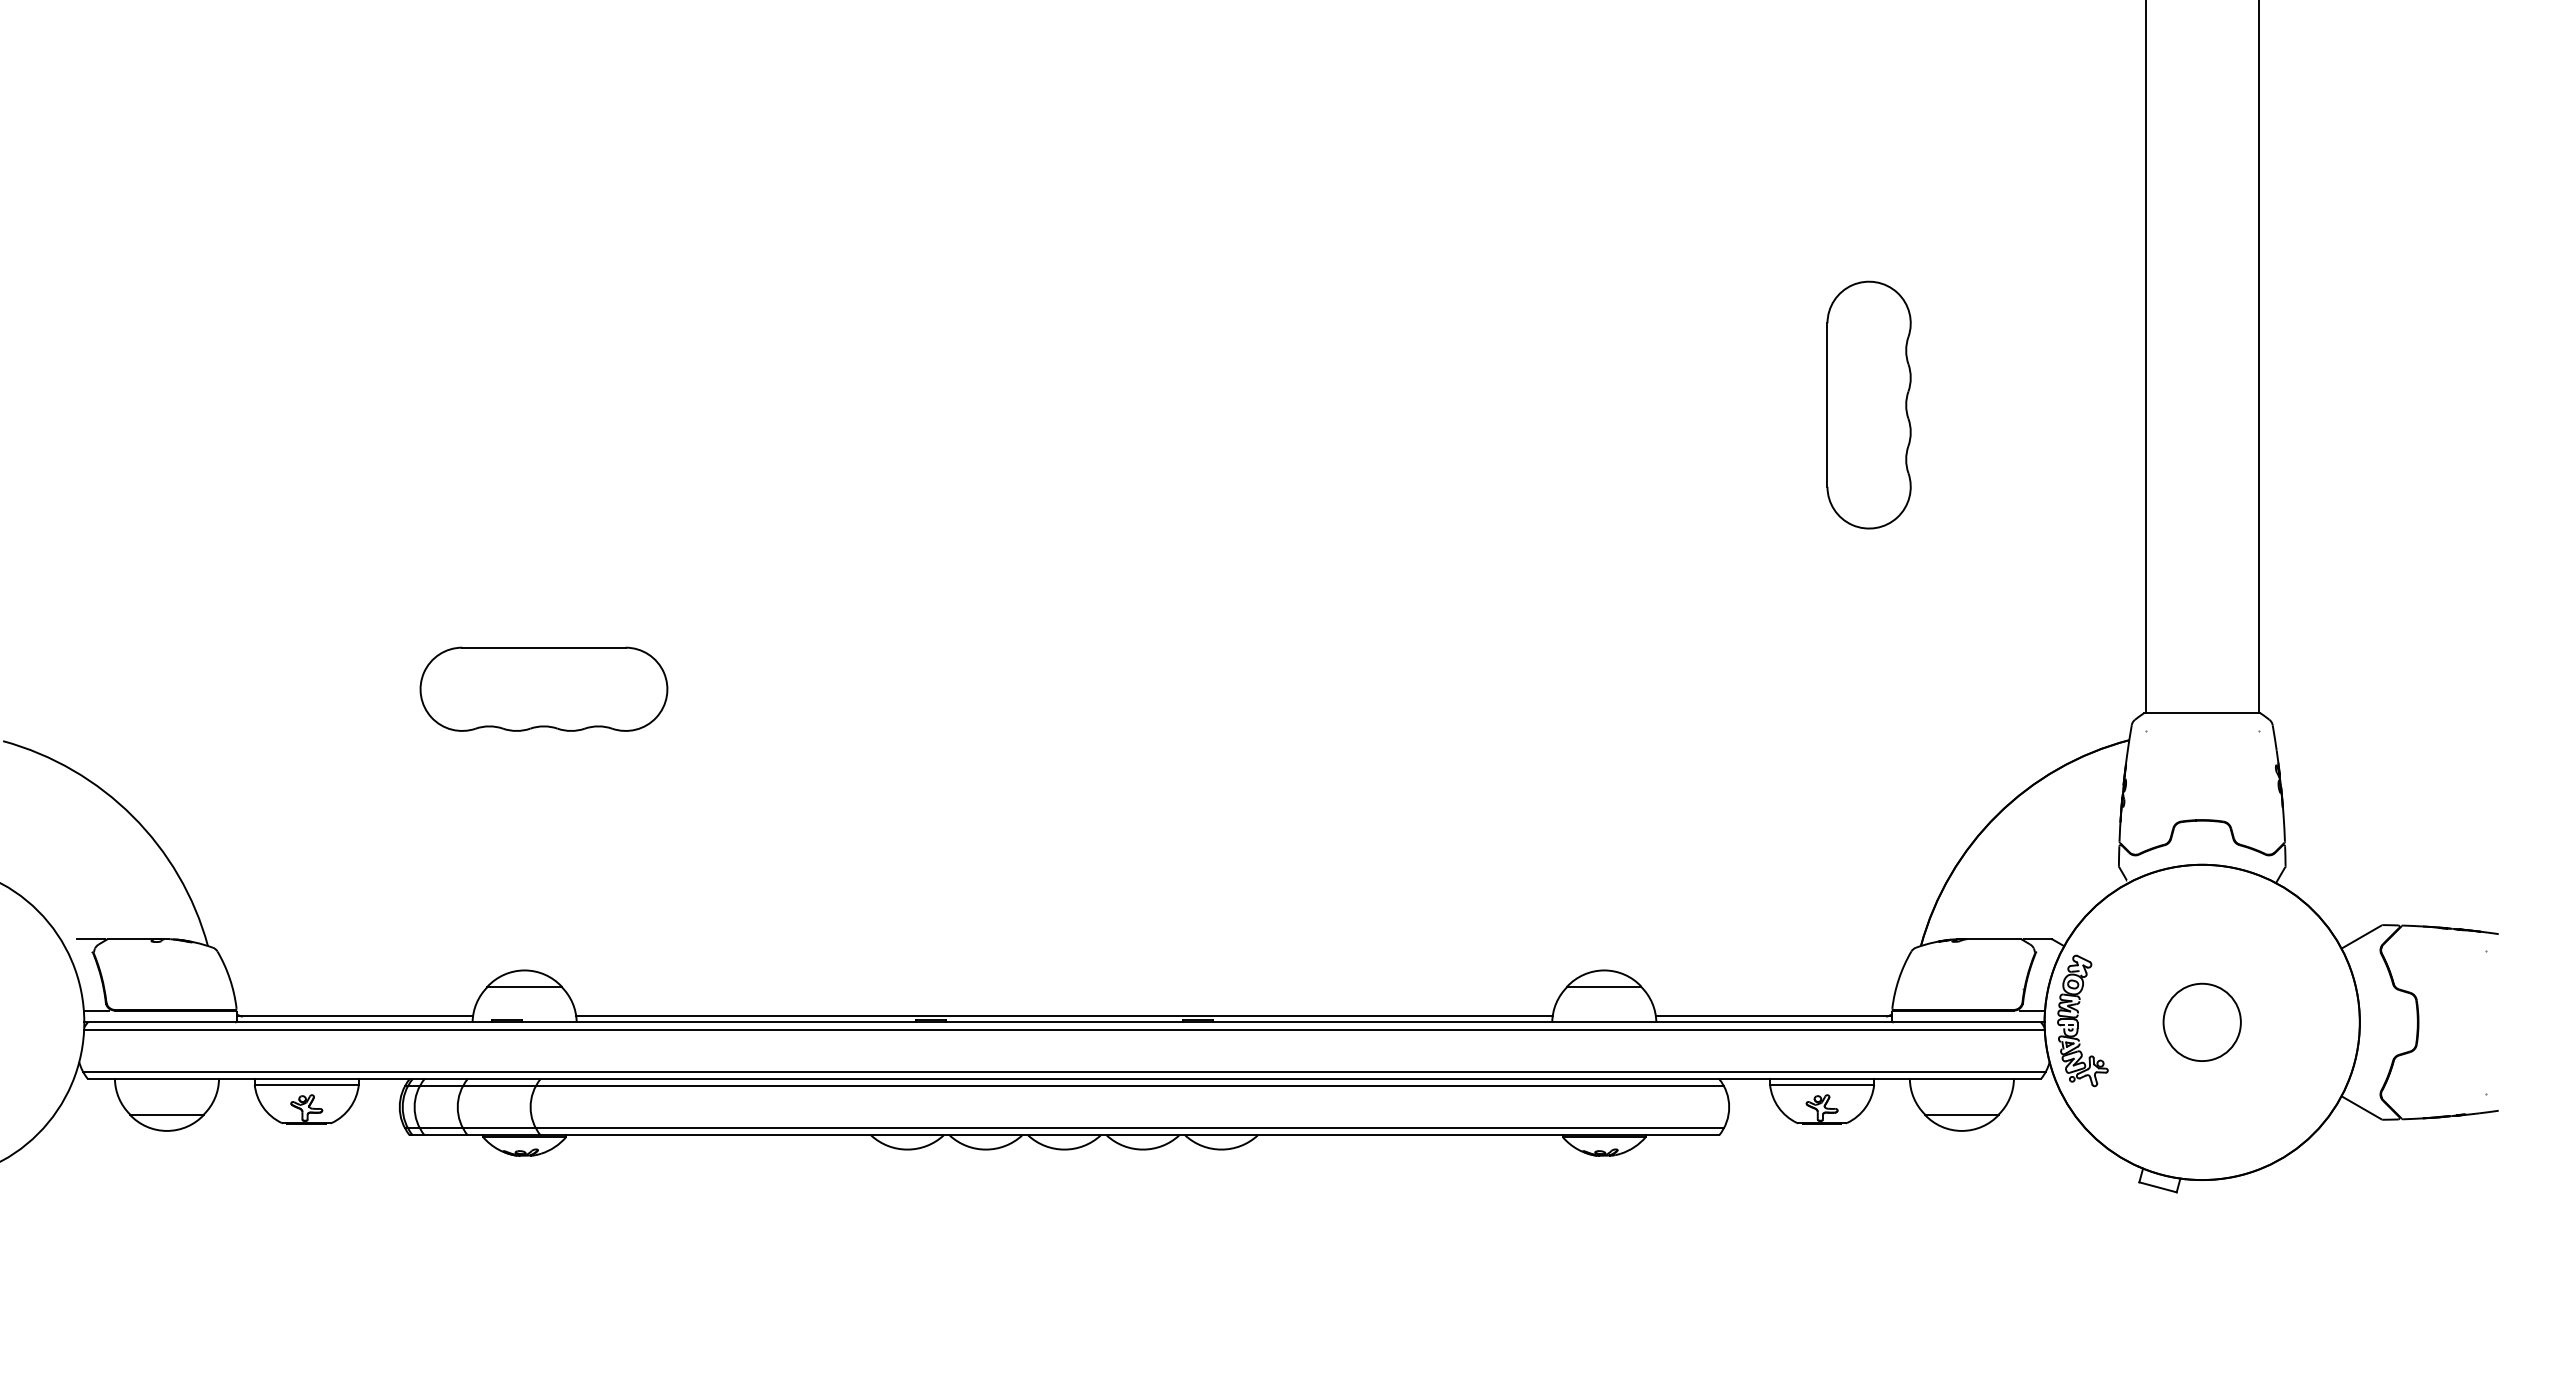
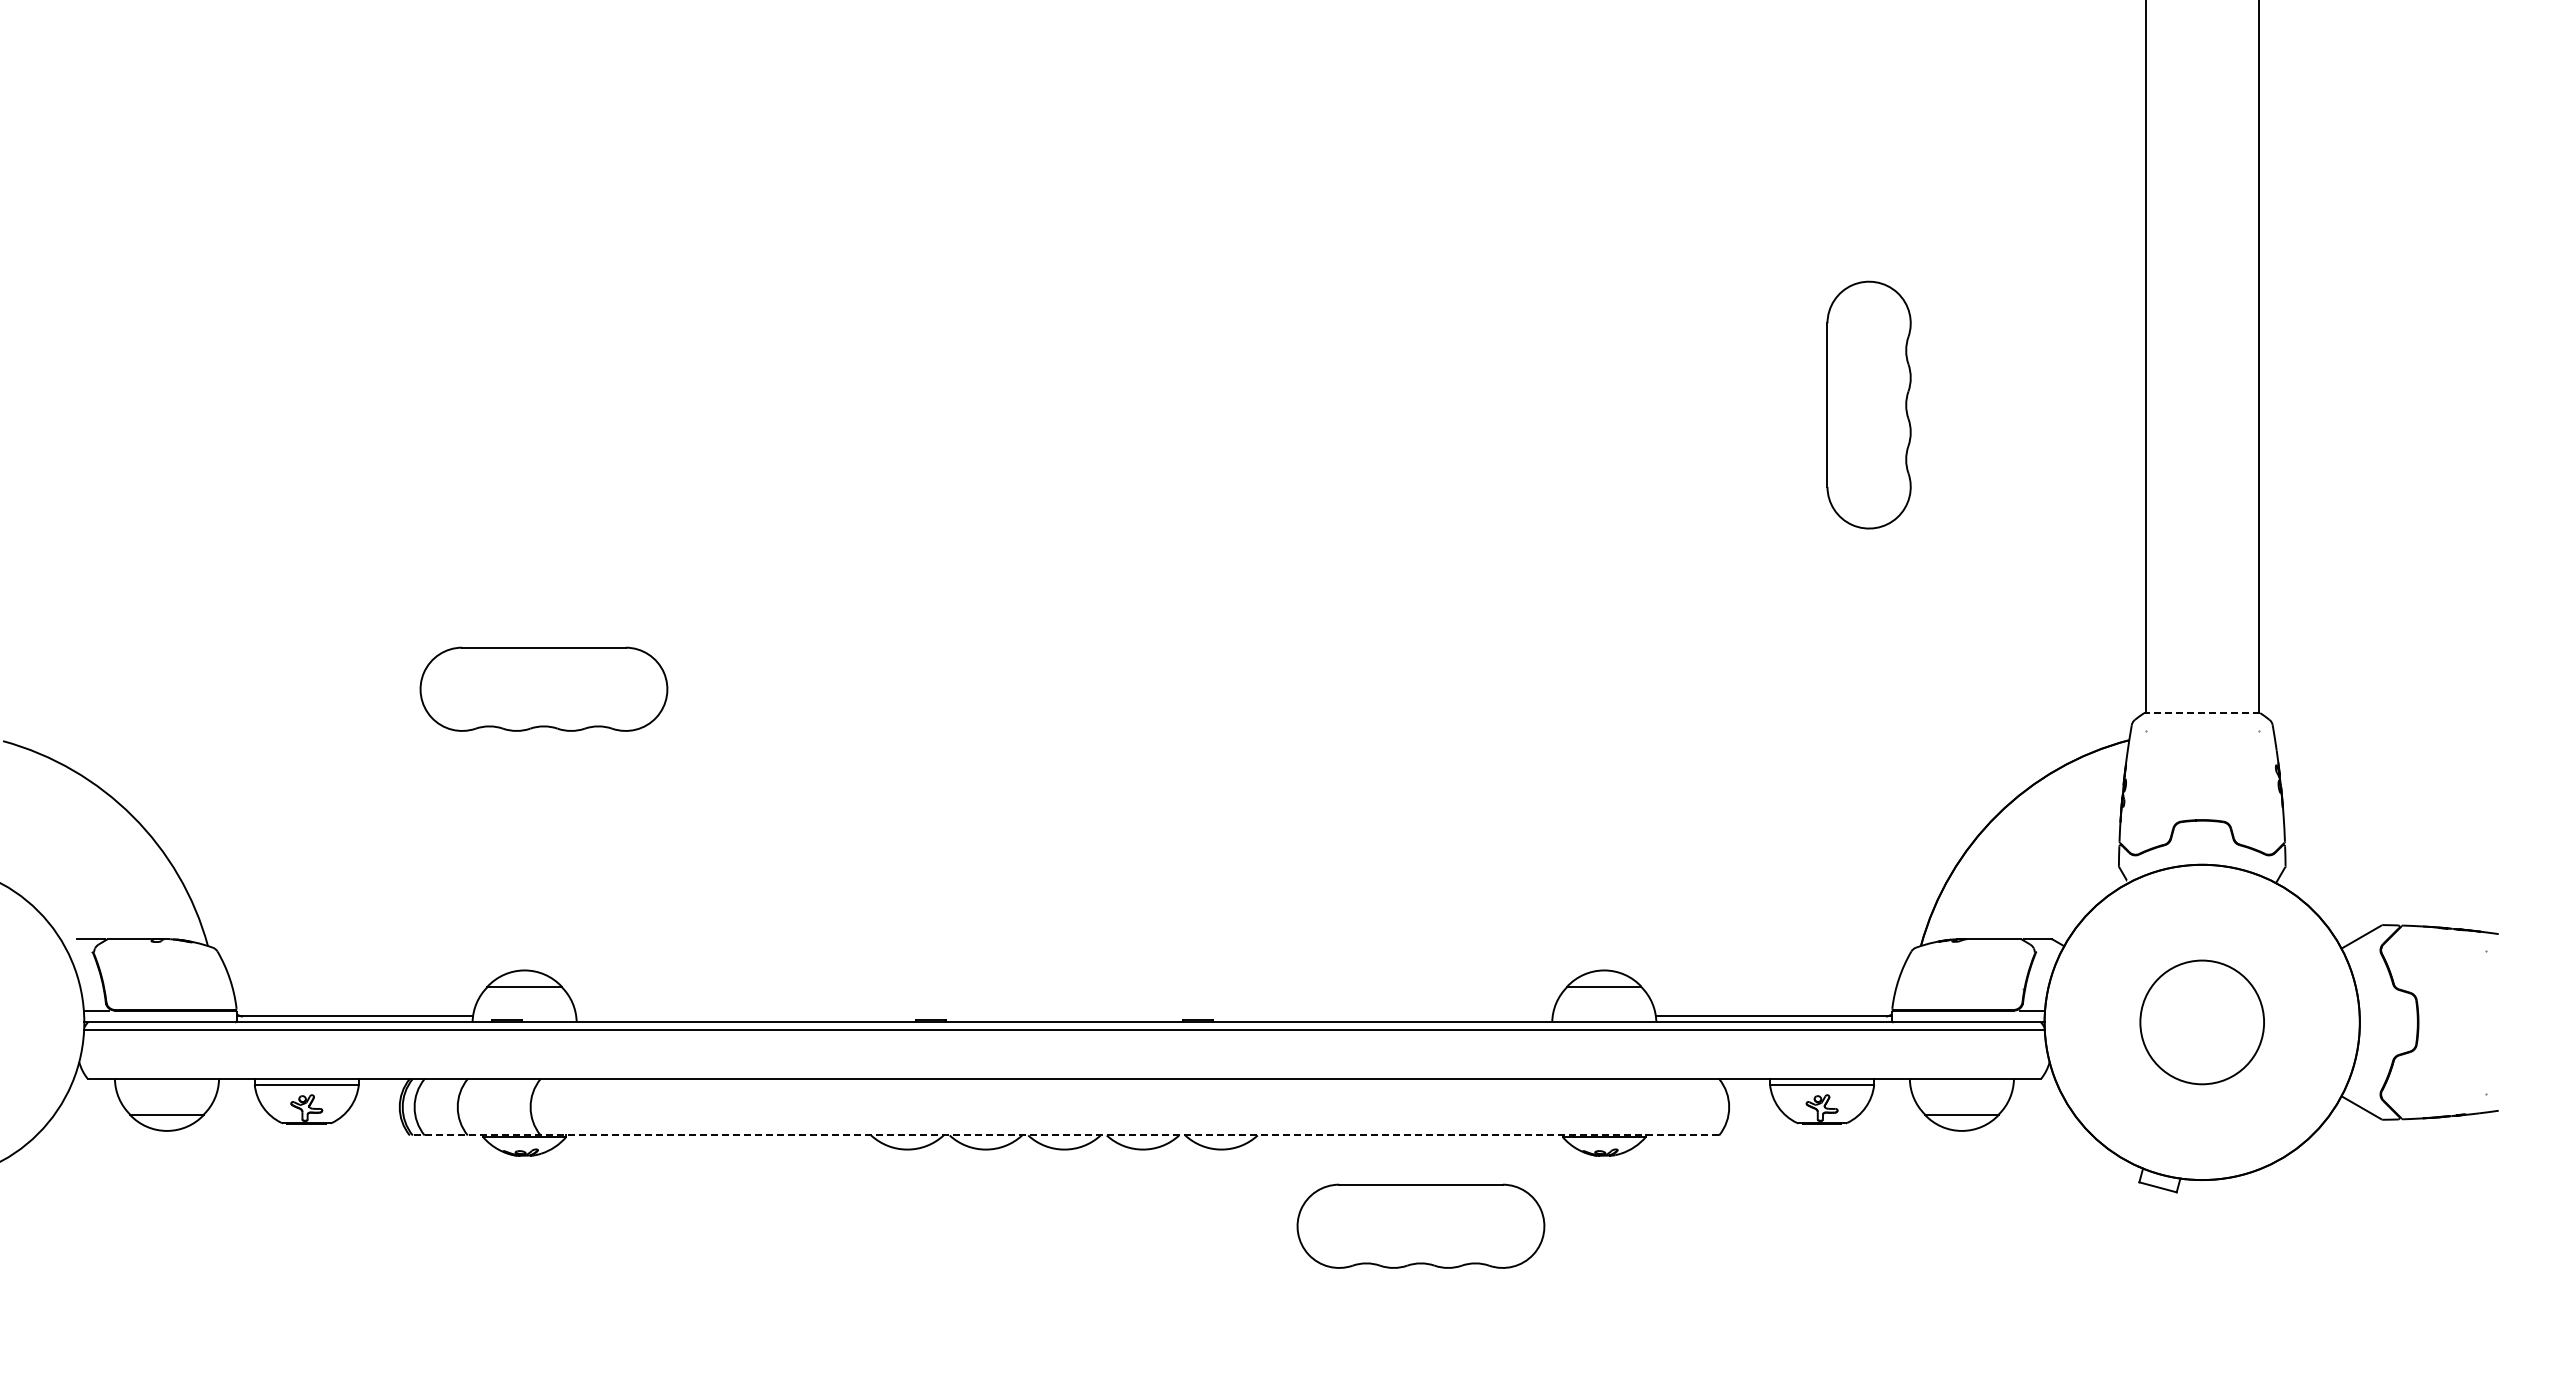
line at (2202, 713): solid -> dashed
line at (1064, 1016): present -> none
part at (2082, 1020): present -> none
circle at (2201, 1022) diameter: 77 px -> 124 px
line at (1064, 1071): present -> none
line at (1064, 1086): present -> none
line at (1064, 1128): present -> none
line at (1064, 1135): solid -> dashed
part at (1420, 1225): none -> present
